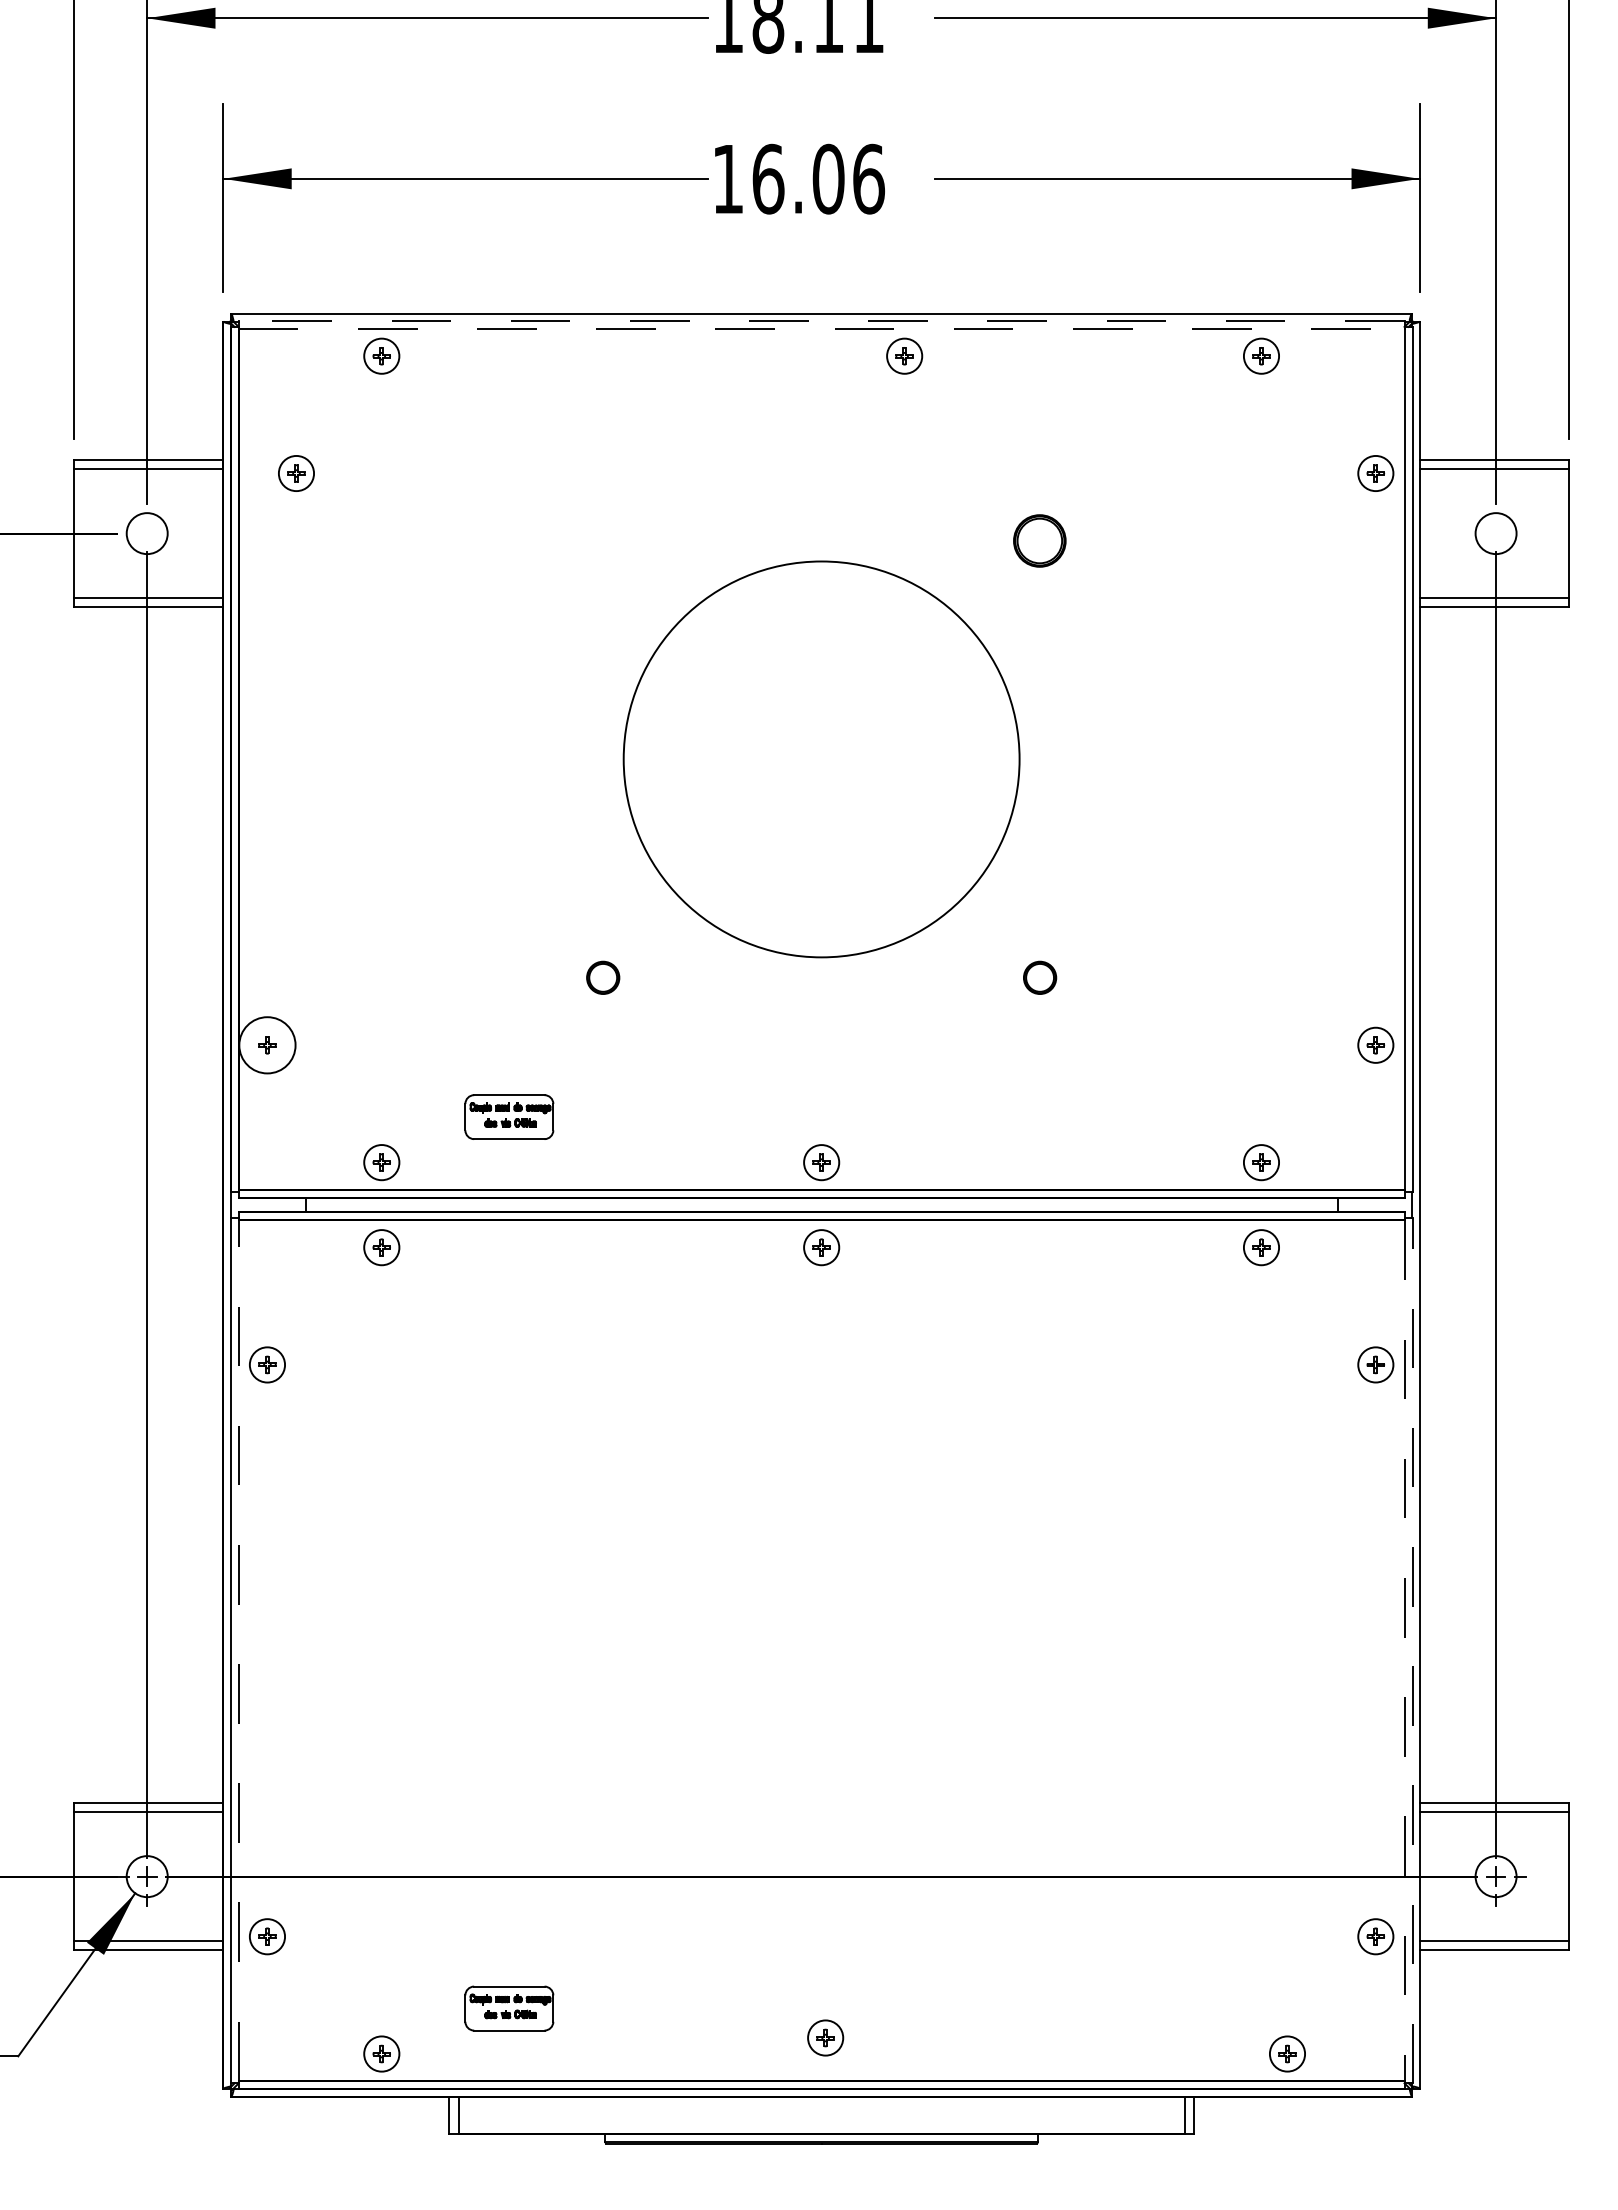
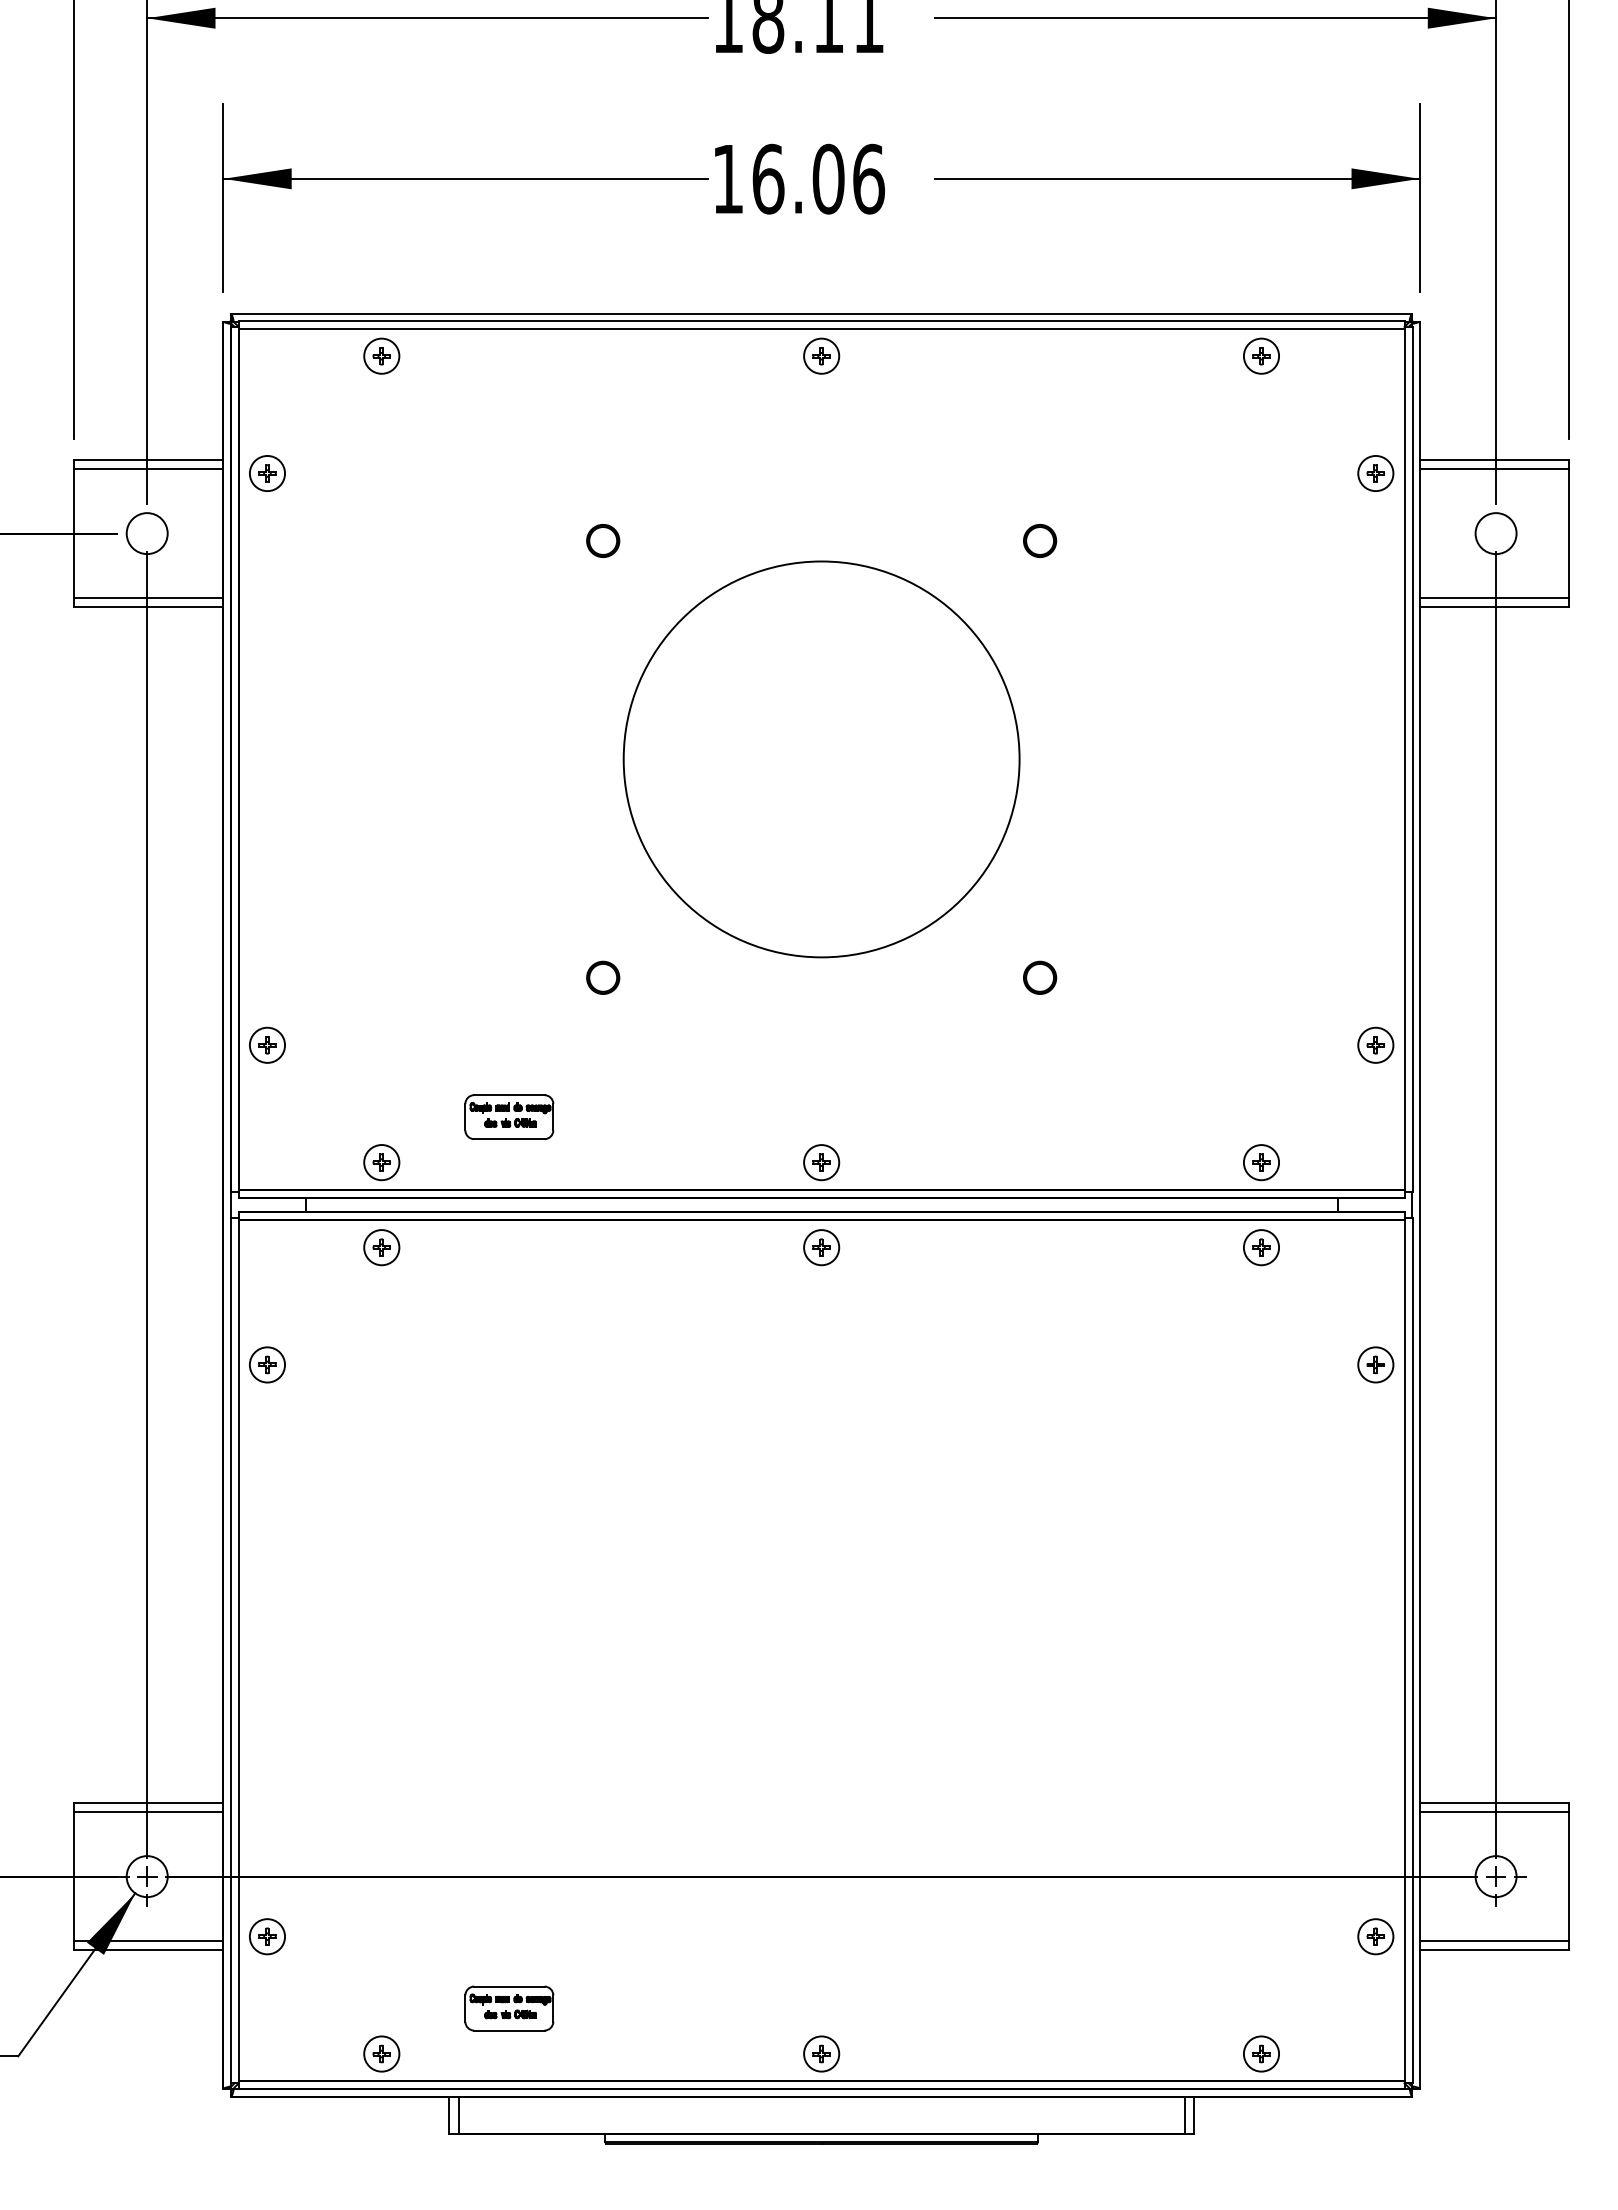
line at (821, 321): dashed -> solid
line at (821, 329): dashed -> solid
part at (904, 355) position: (904, 355) -> (821, 355)
part at (296, 473) position: (296, 473) -> (267, 473)
part at (603, 540): none -> present
part at (1039, 540) size: 54x54 px -> 35x34 px
circle at (267, 1045) diameter: 56 px -> 35 px
line at (238, 1650): dashed -> solid
line at (1412, 1650): dashed -> solid
line at (1404, 1651): dashed -> solid
part at (825, 2037) position: (825, 2037) -> (821, 2053)
part at (1287, 2053) position: (1287, 2053) -> (1261, 2053)
